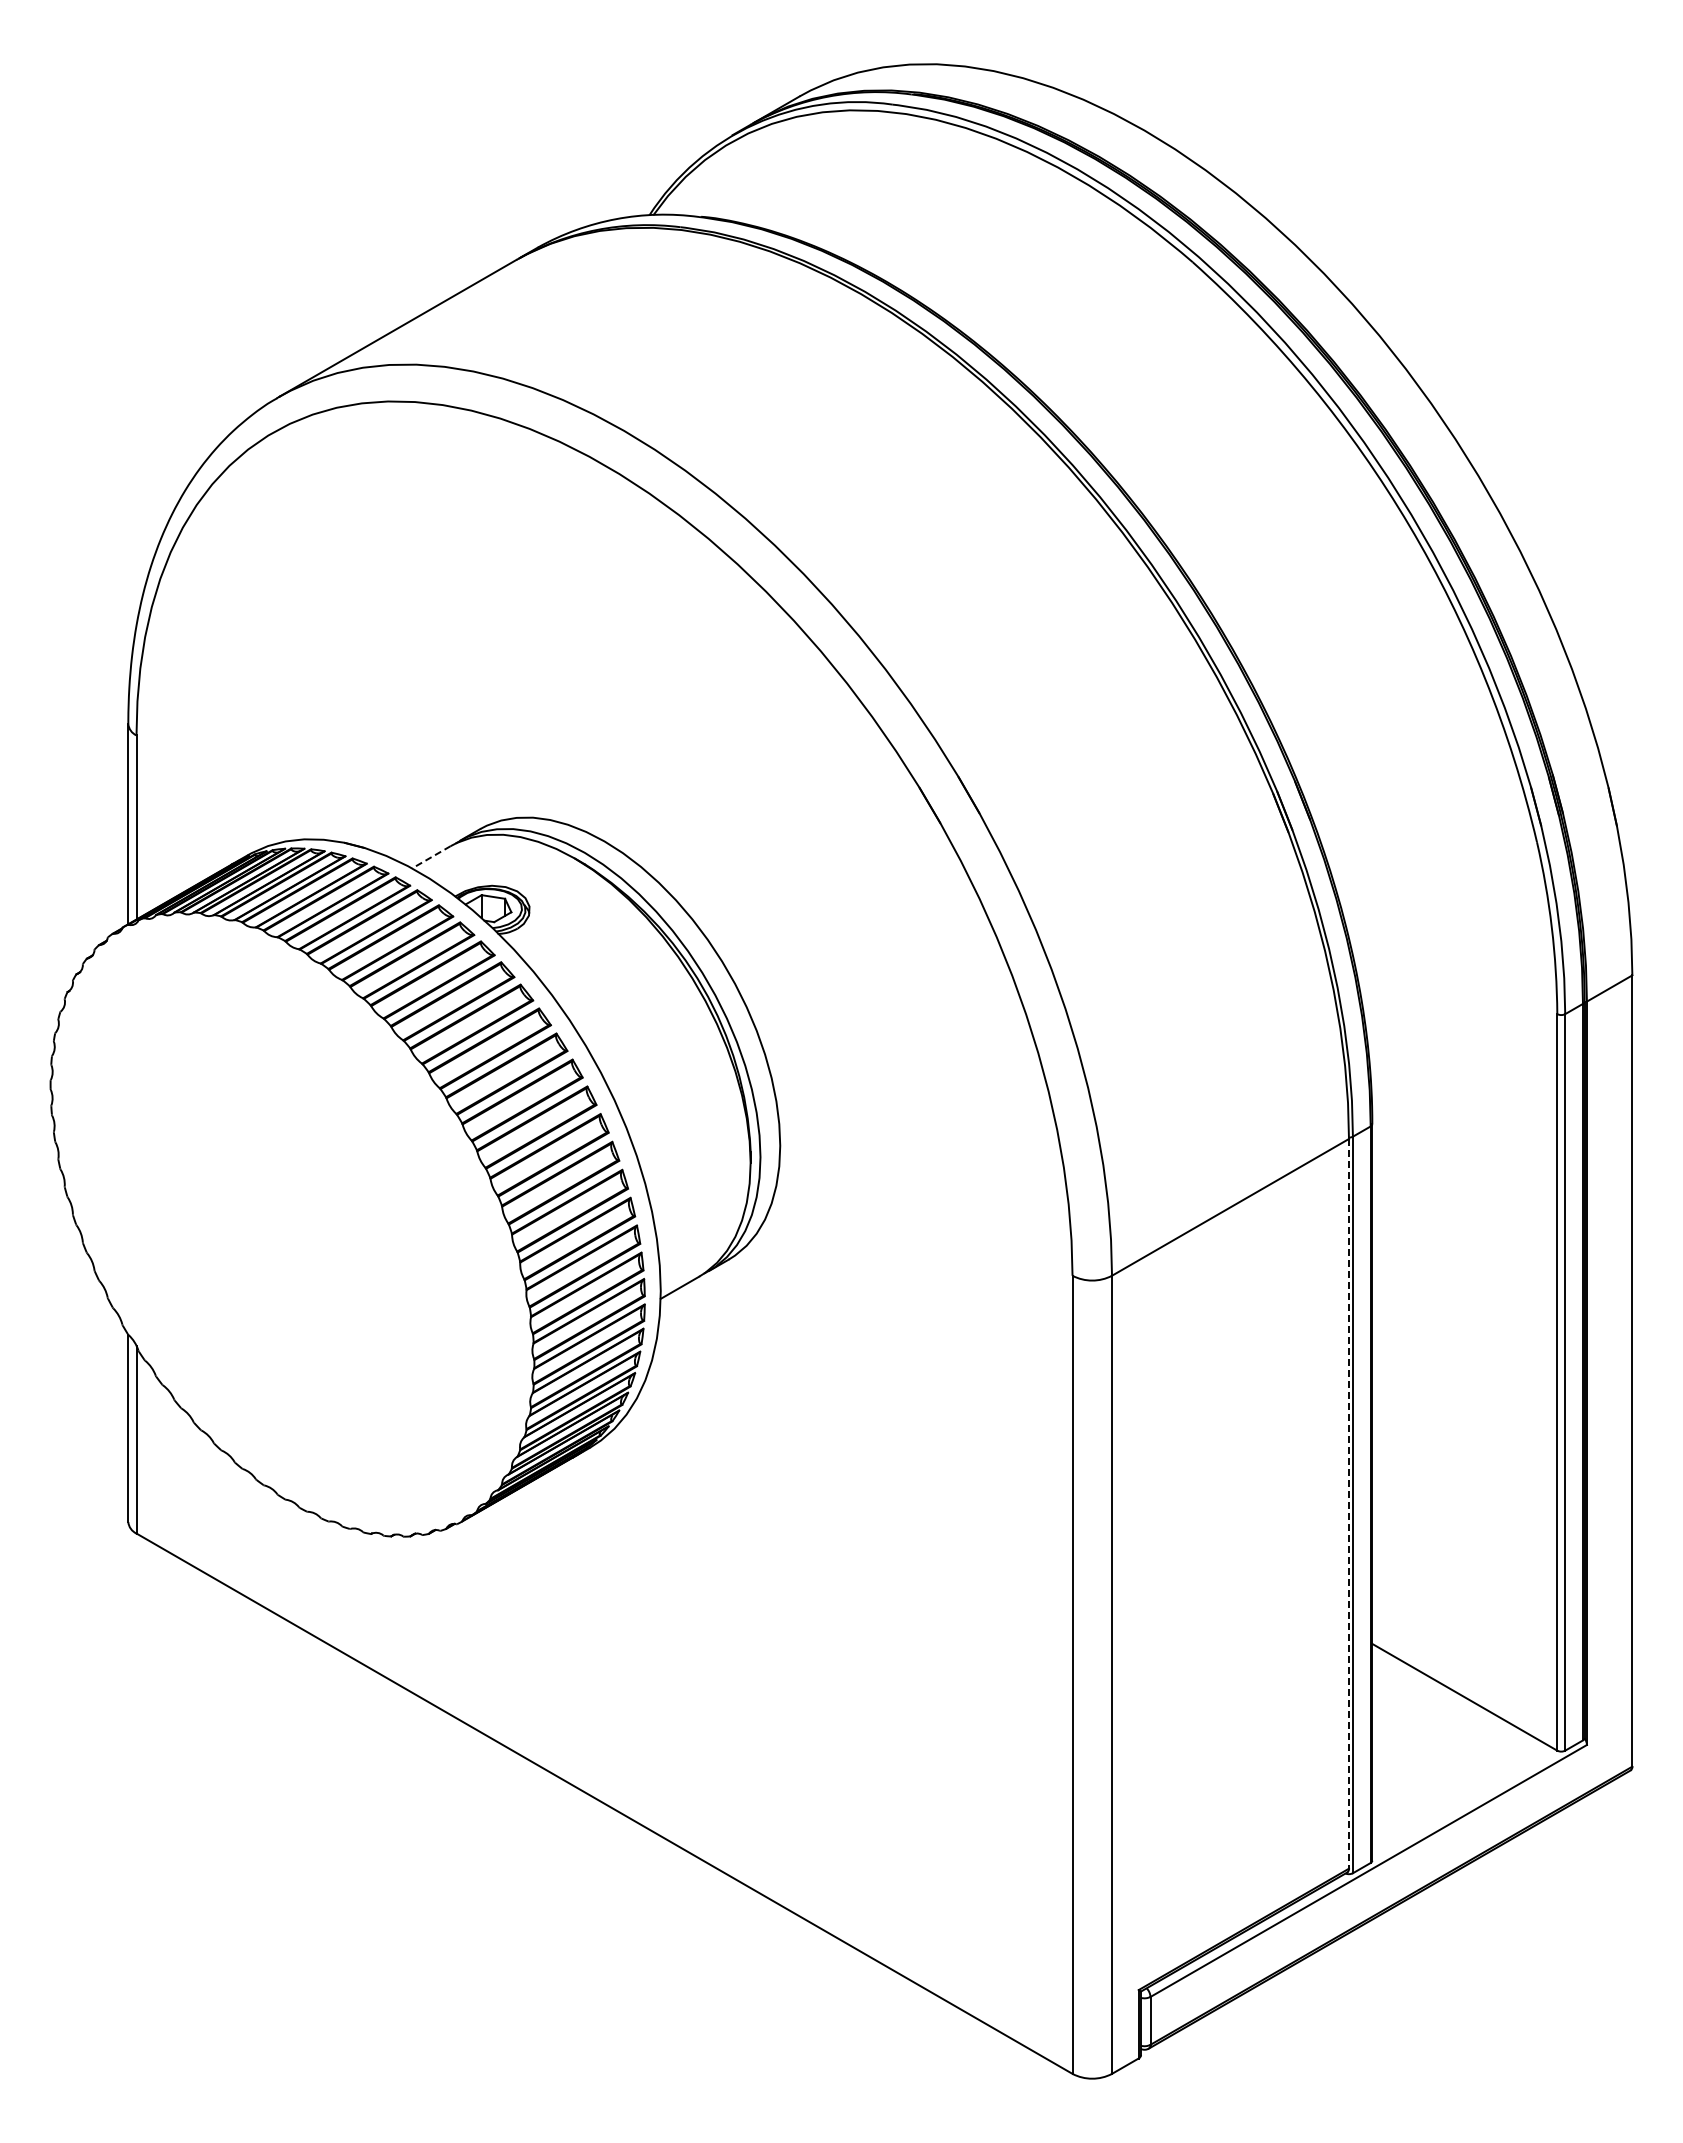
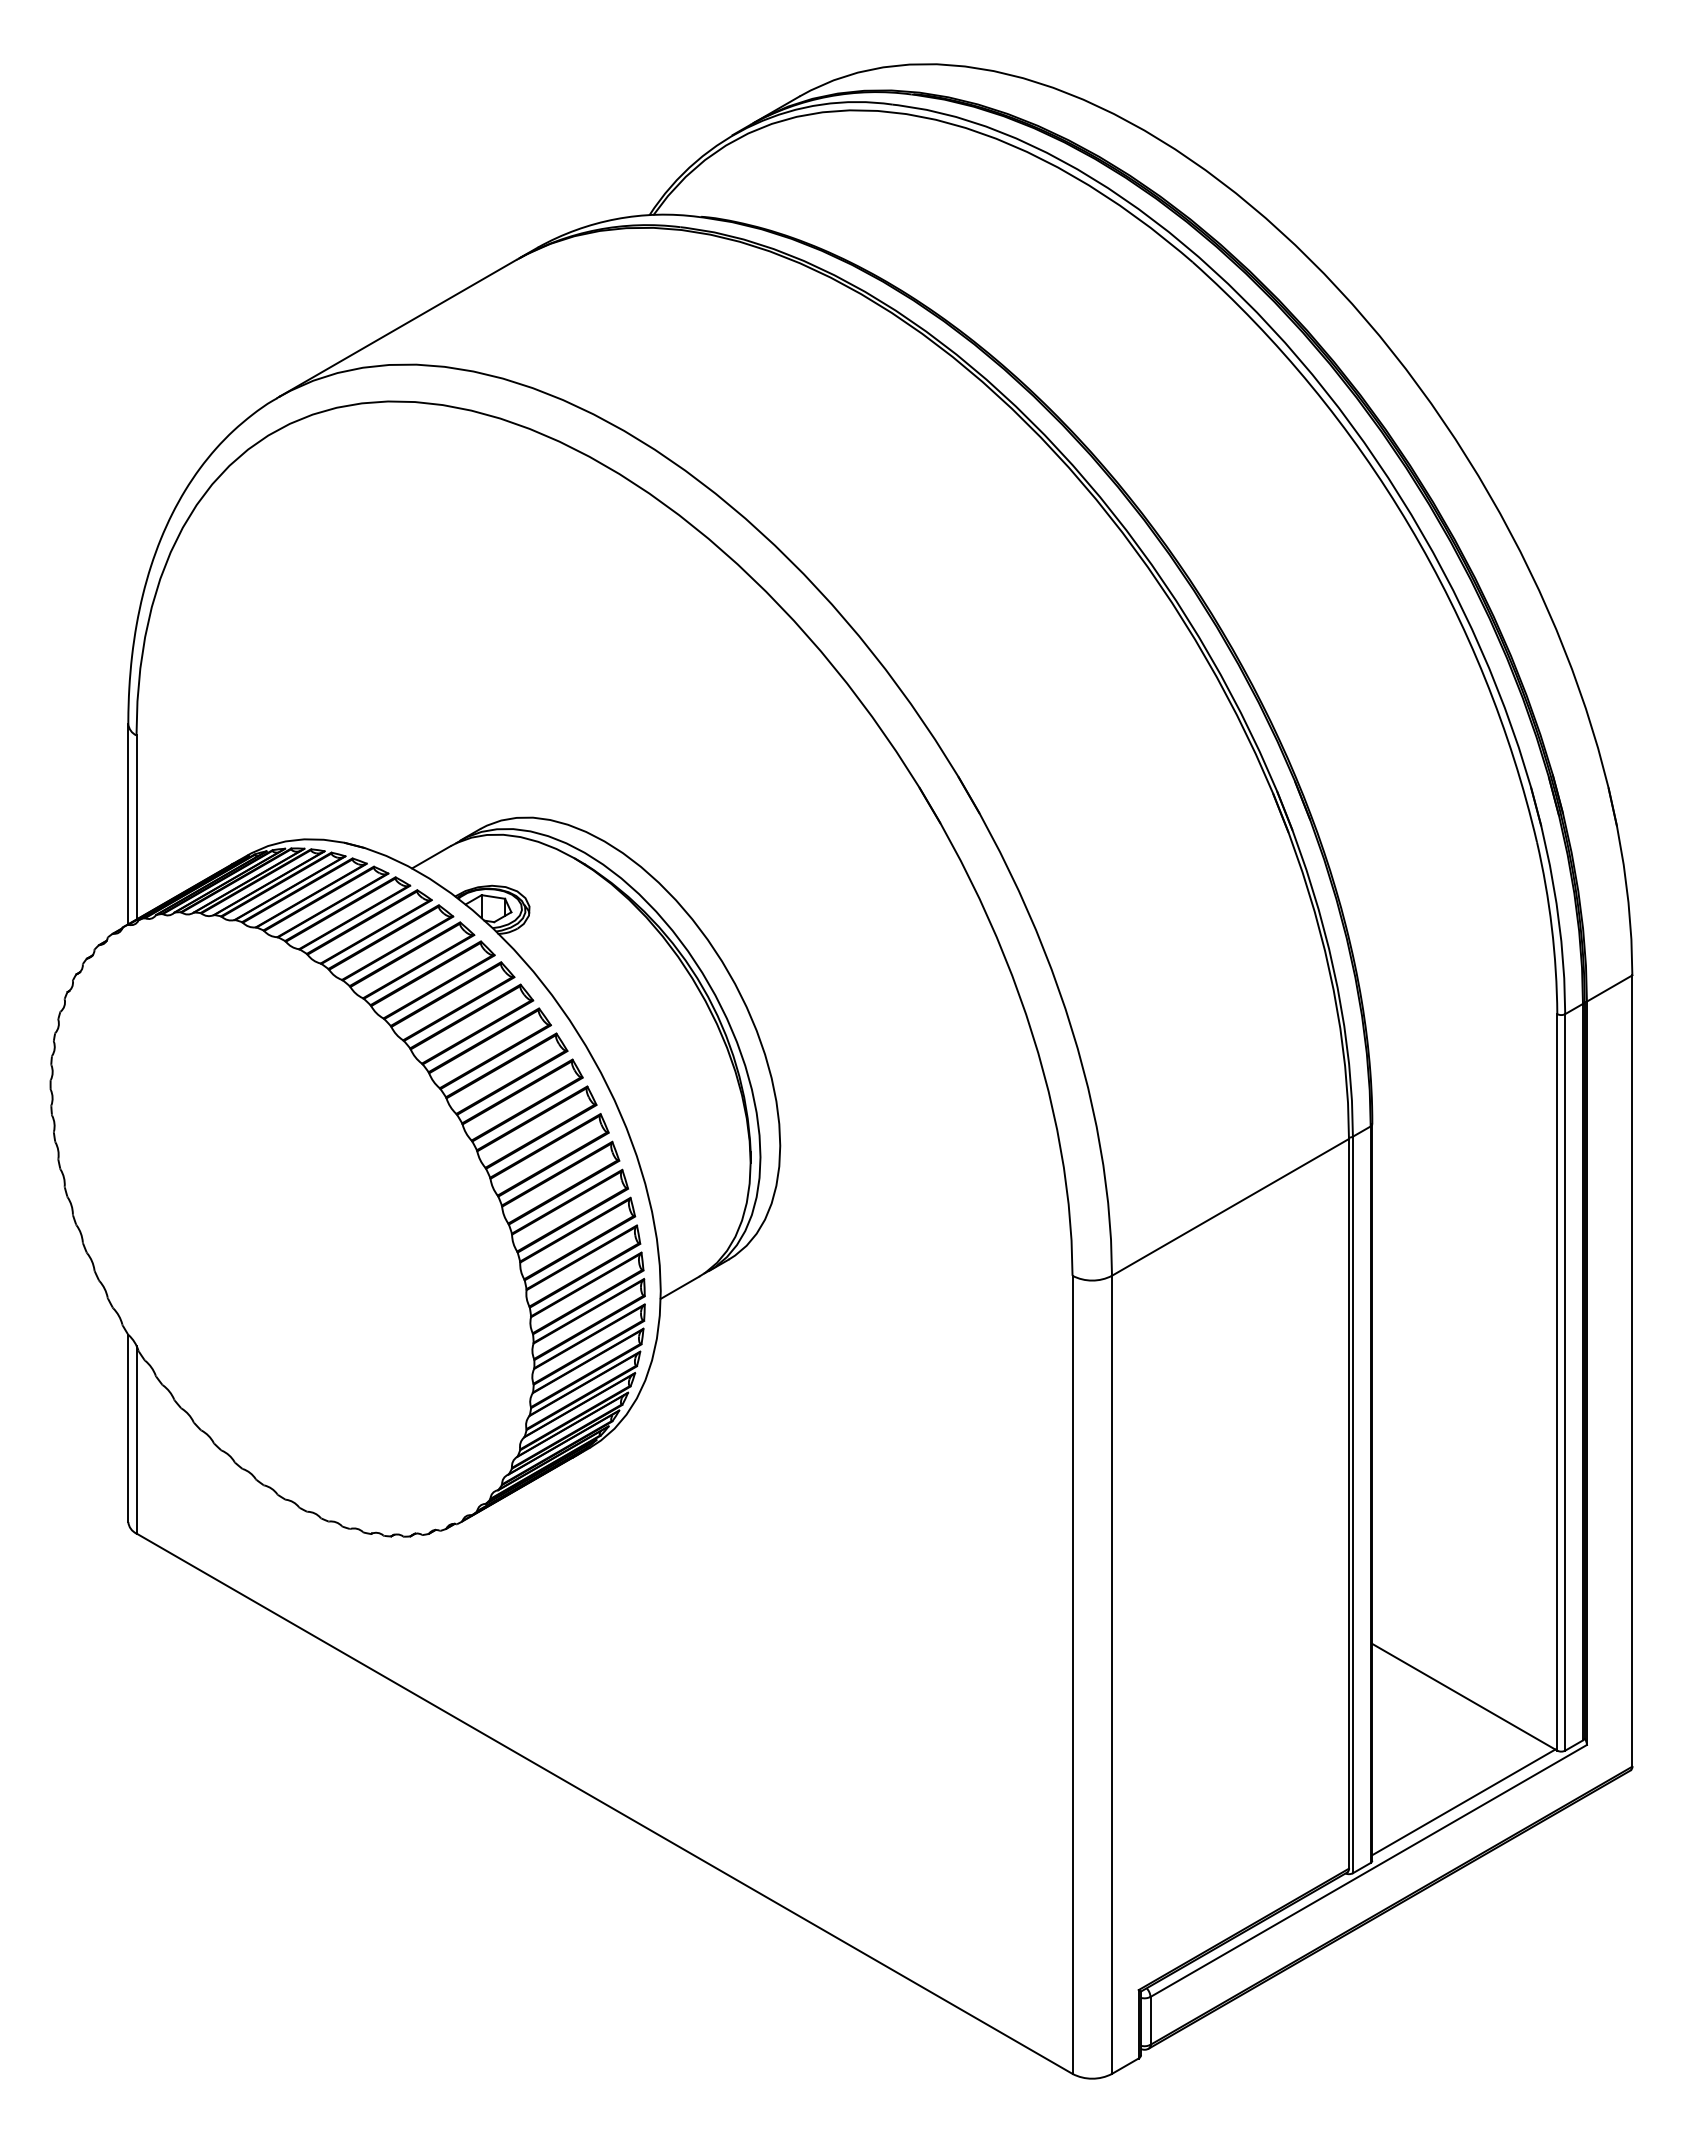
line at (430, 857): dashed -> solid
line at (1348, 1503): dashed -> solid
line at (1463, 1802): none -> present
